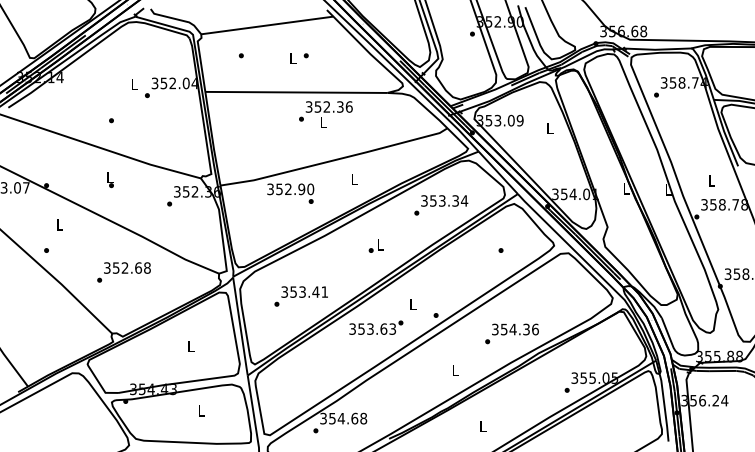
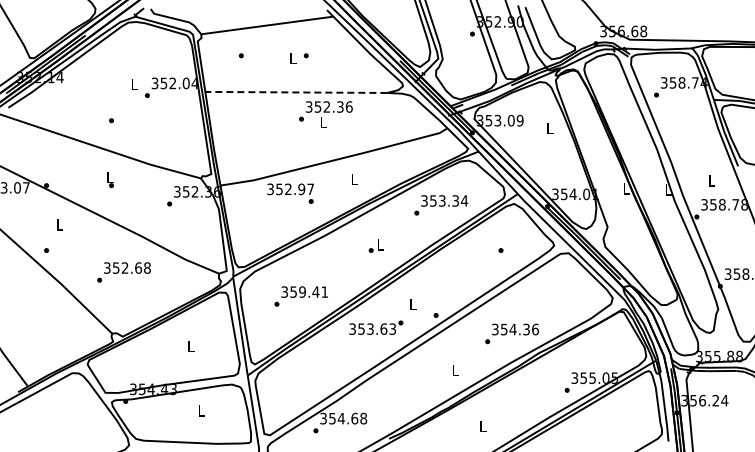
line at (296, 92): solid -> dashed
text at (310, 189): 352.90 -> 352.97
text at (302, 291): 353.41 -> 359.41
